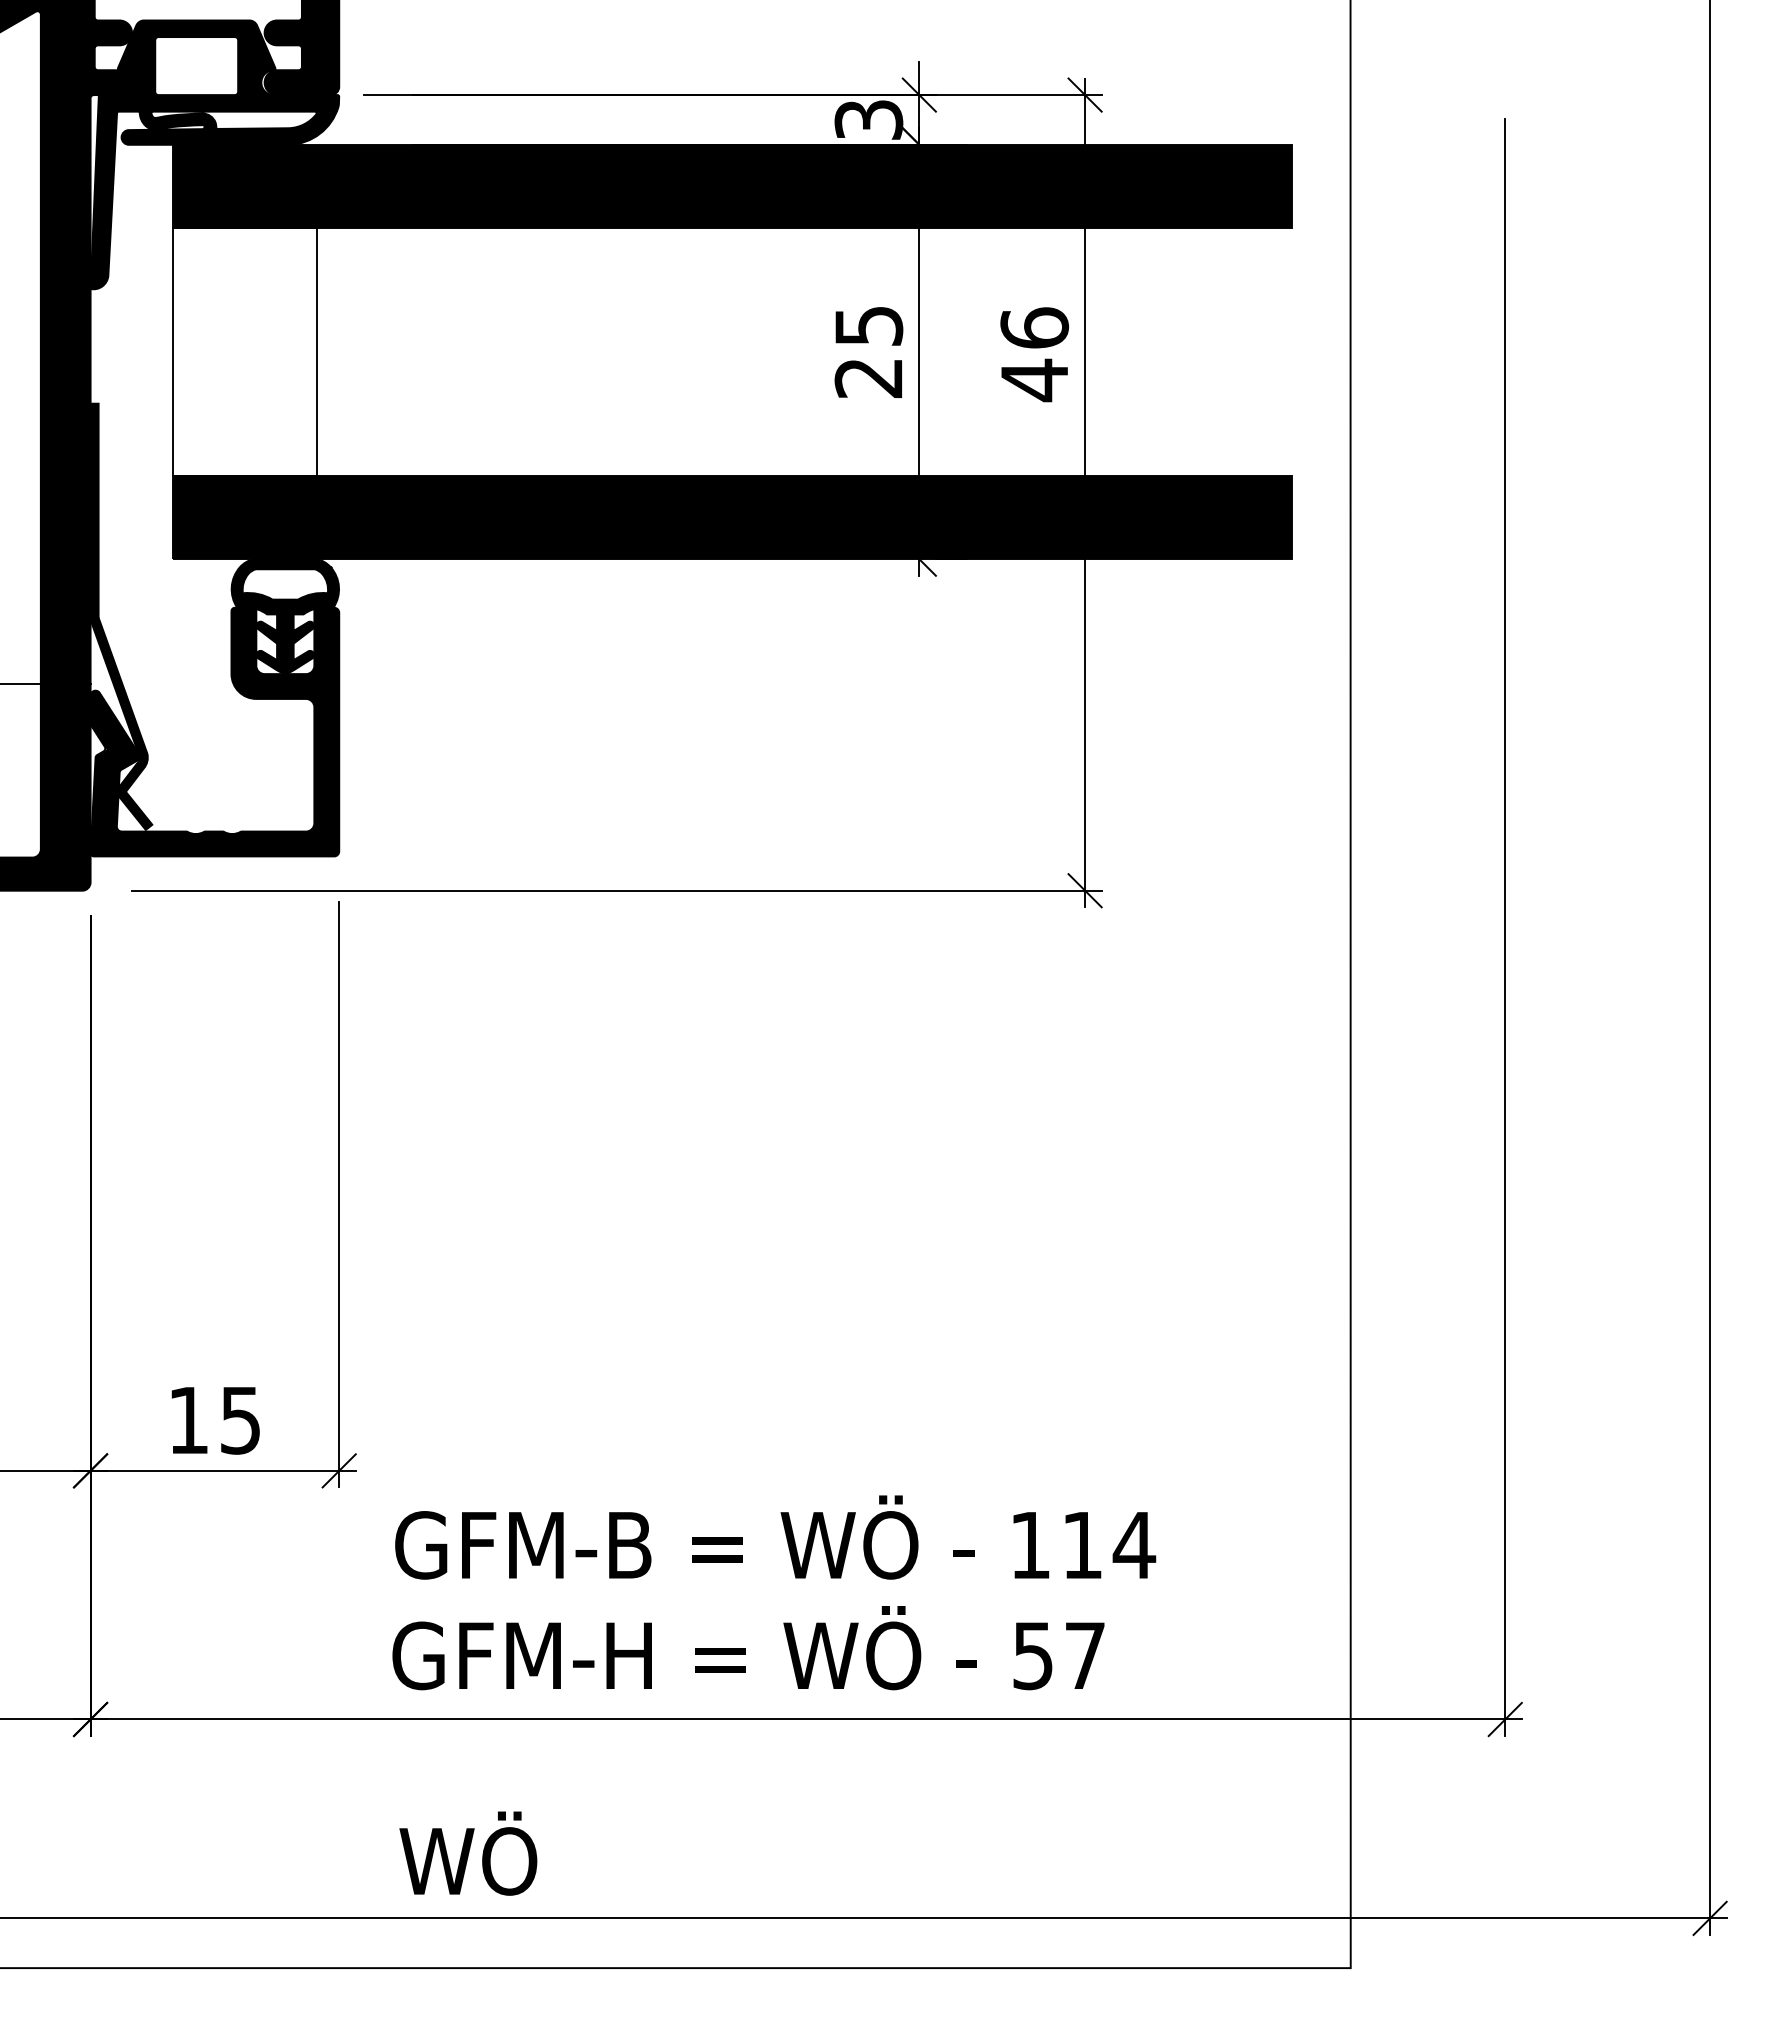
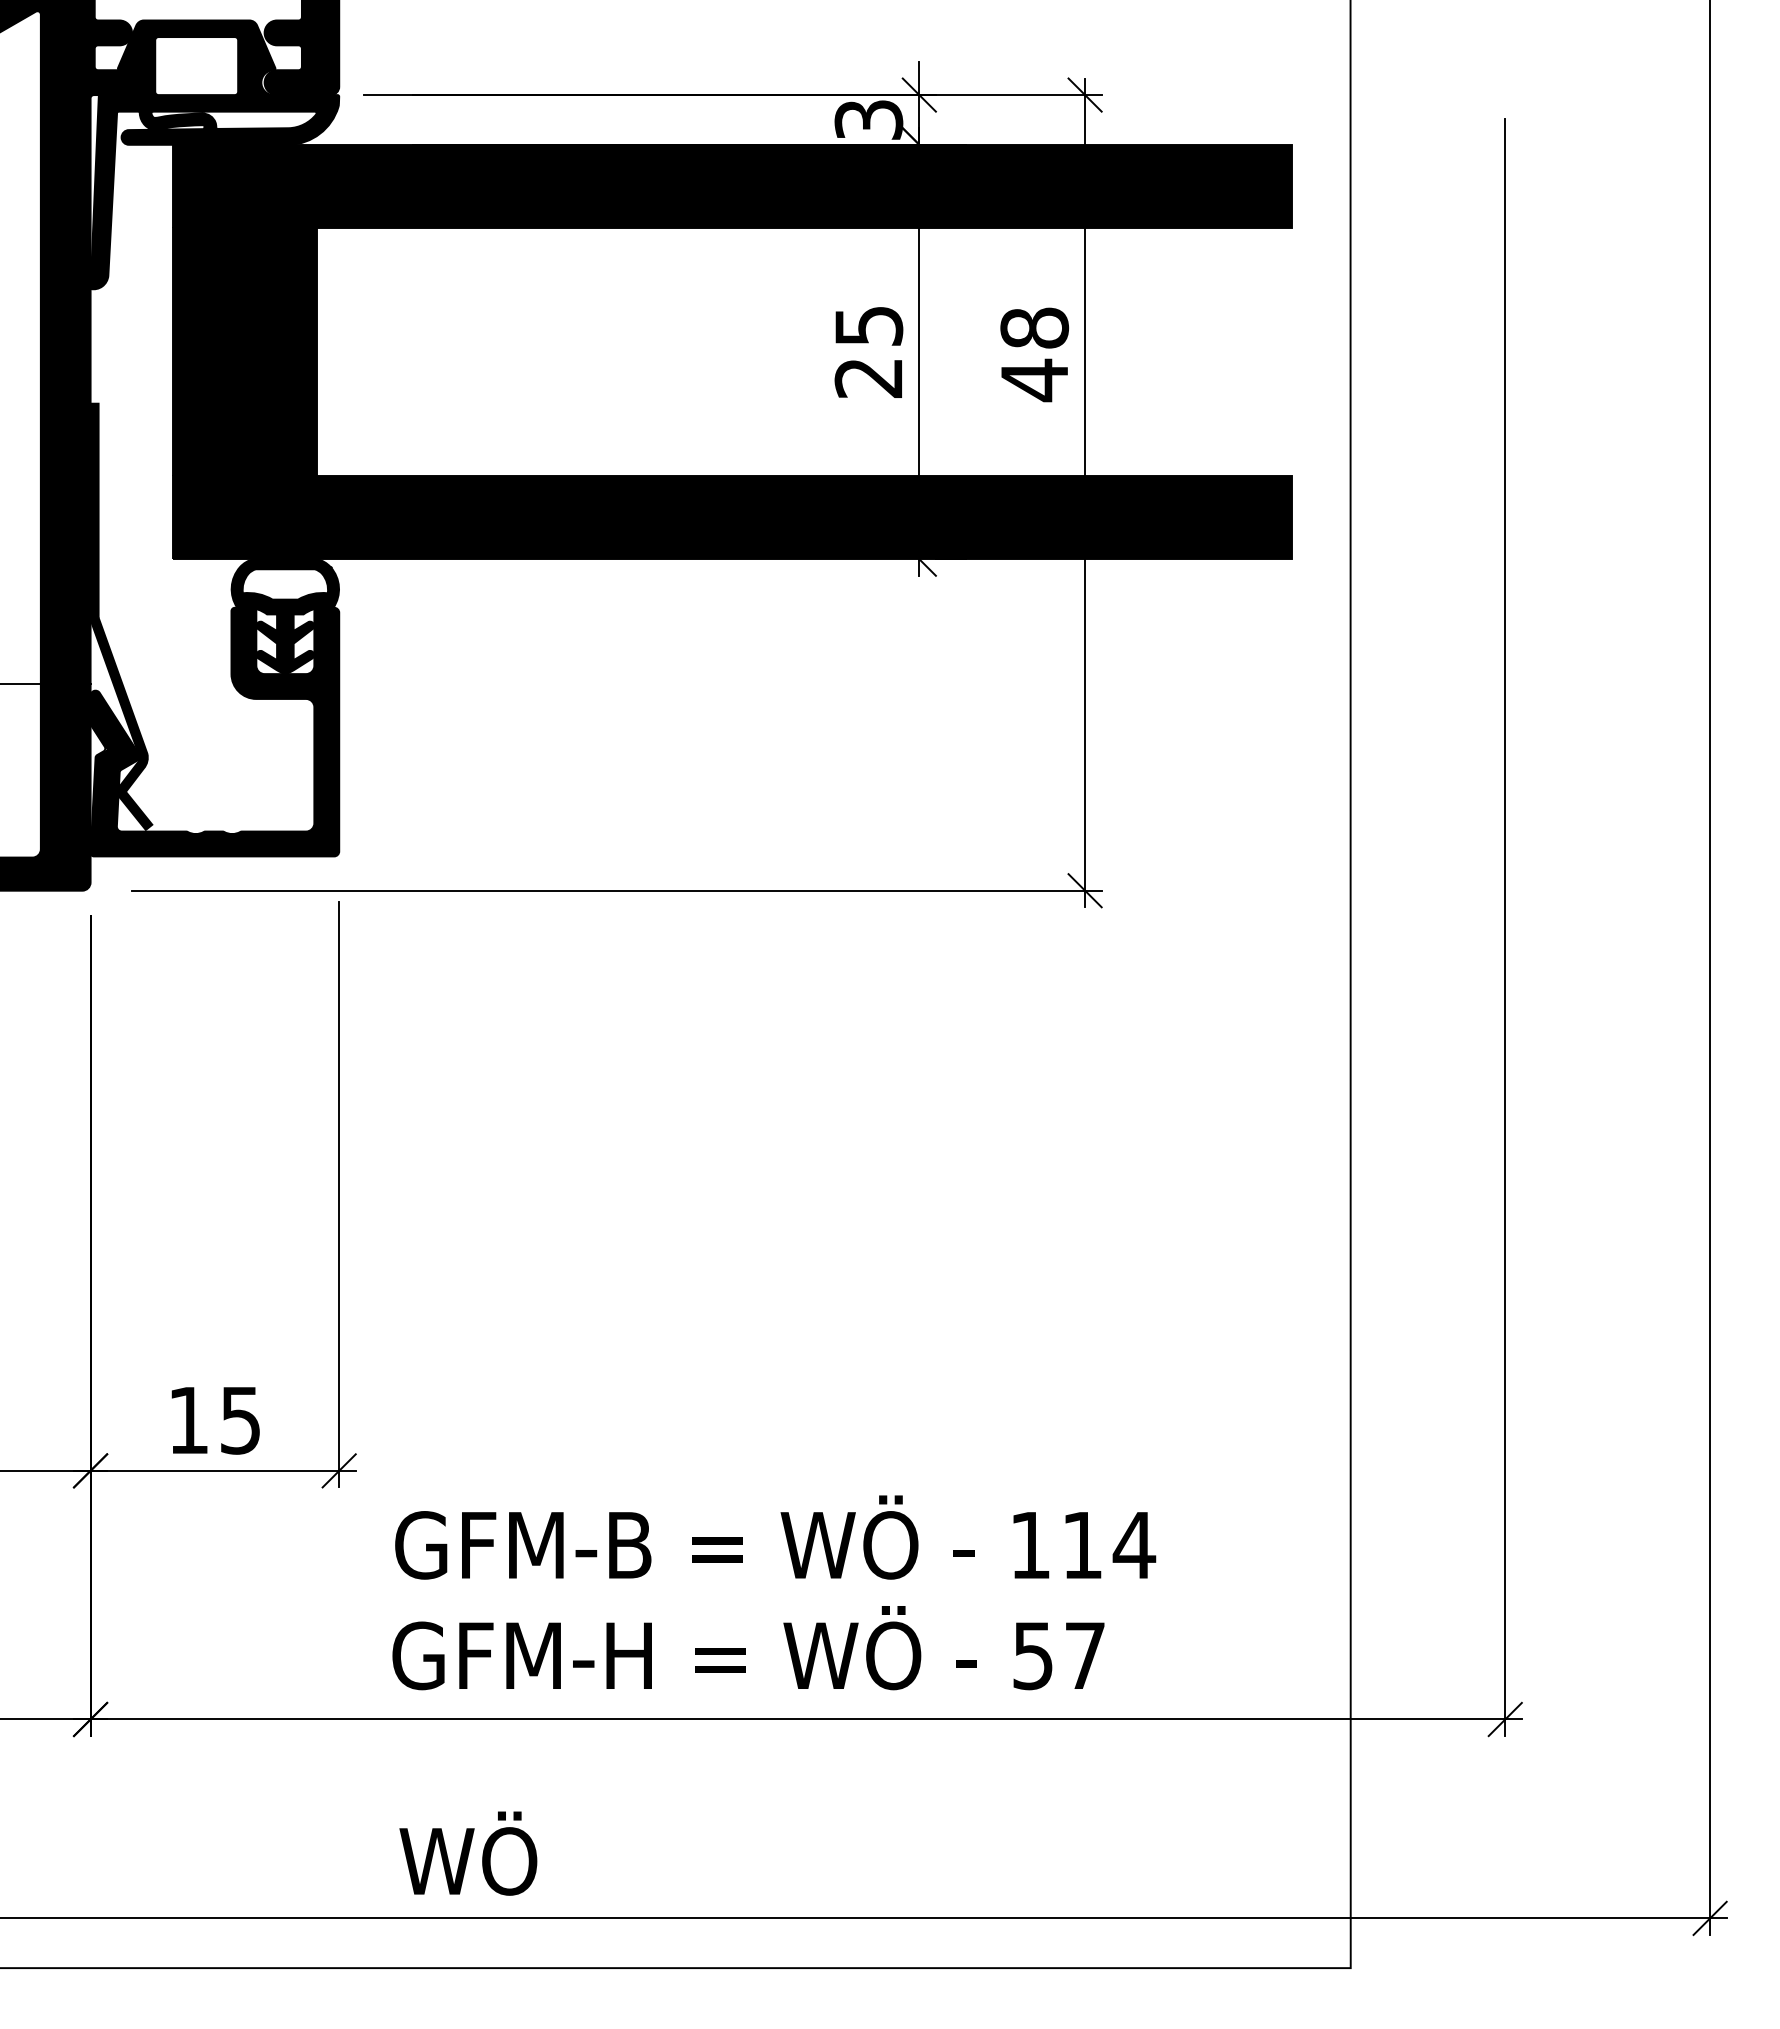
text at (1034, 327): 46 -> 48
fill at (244, 351): none -> present
